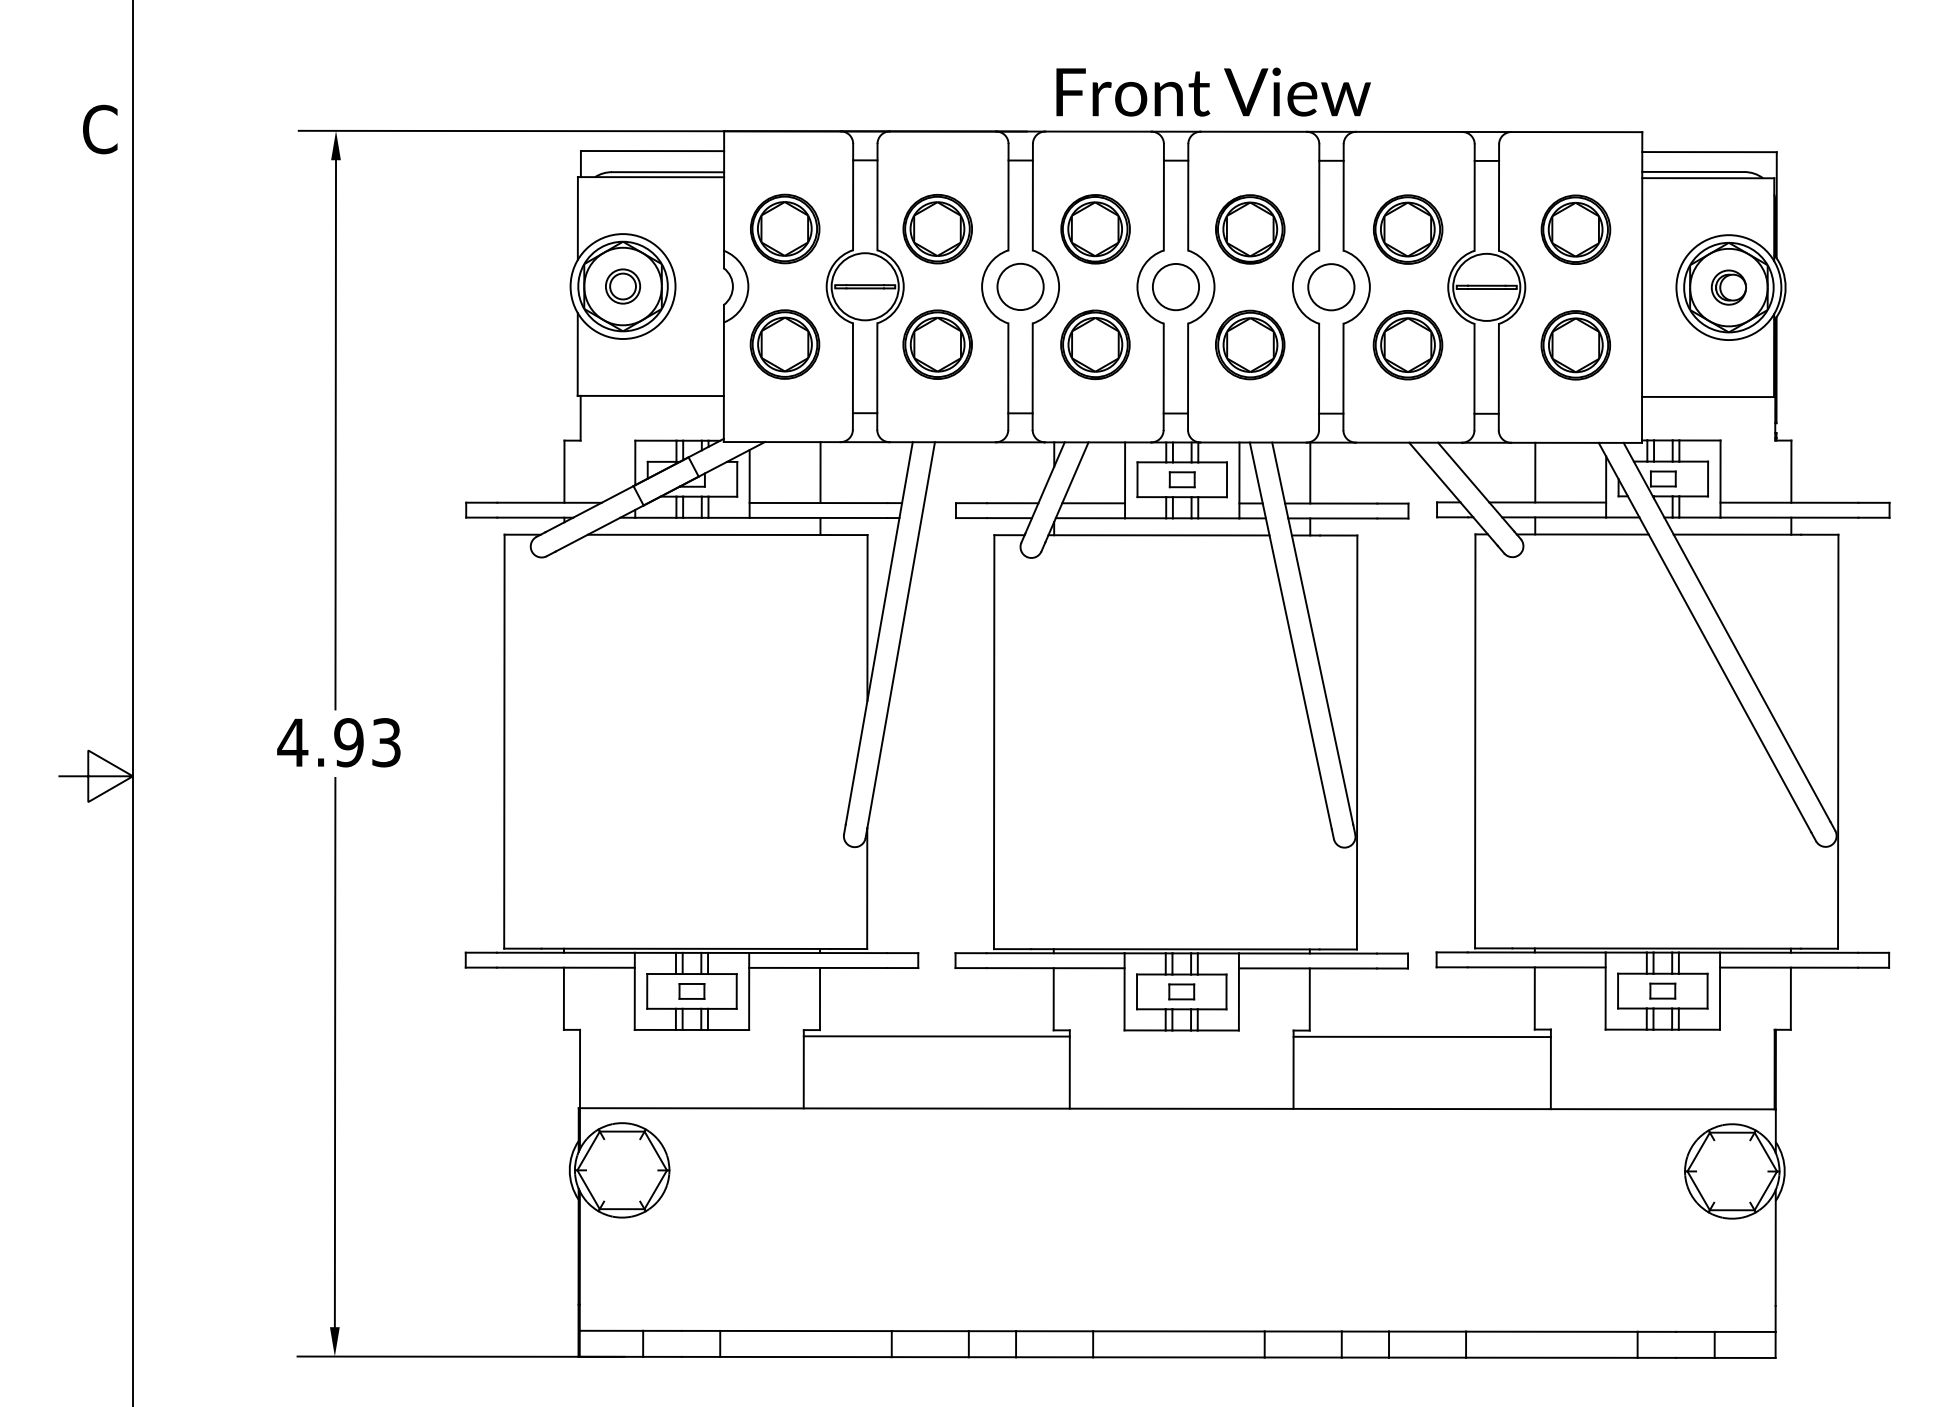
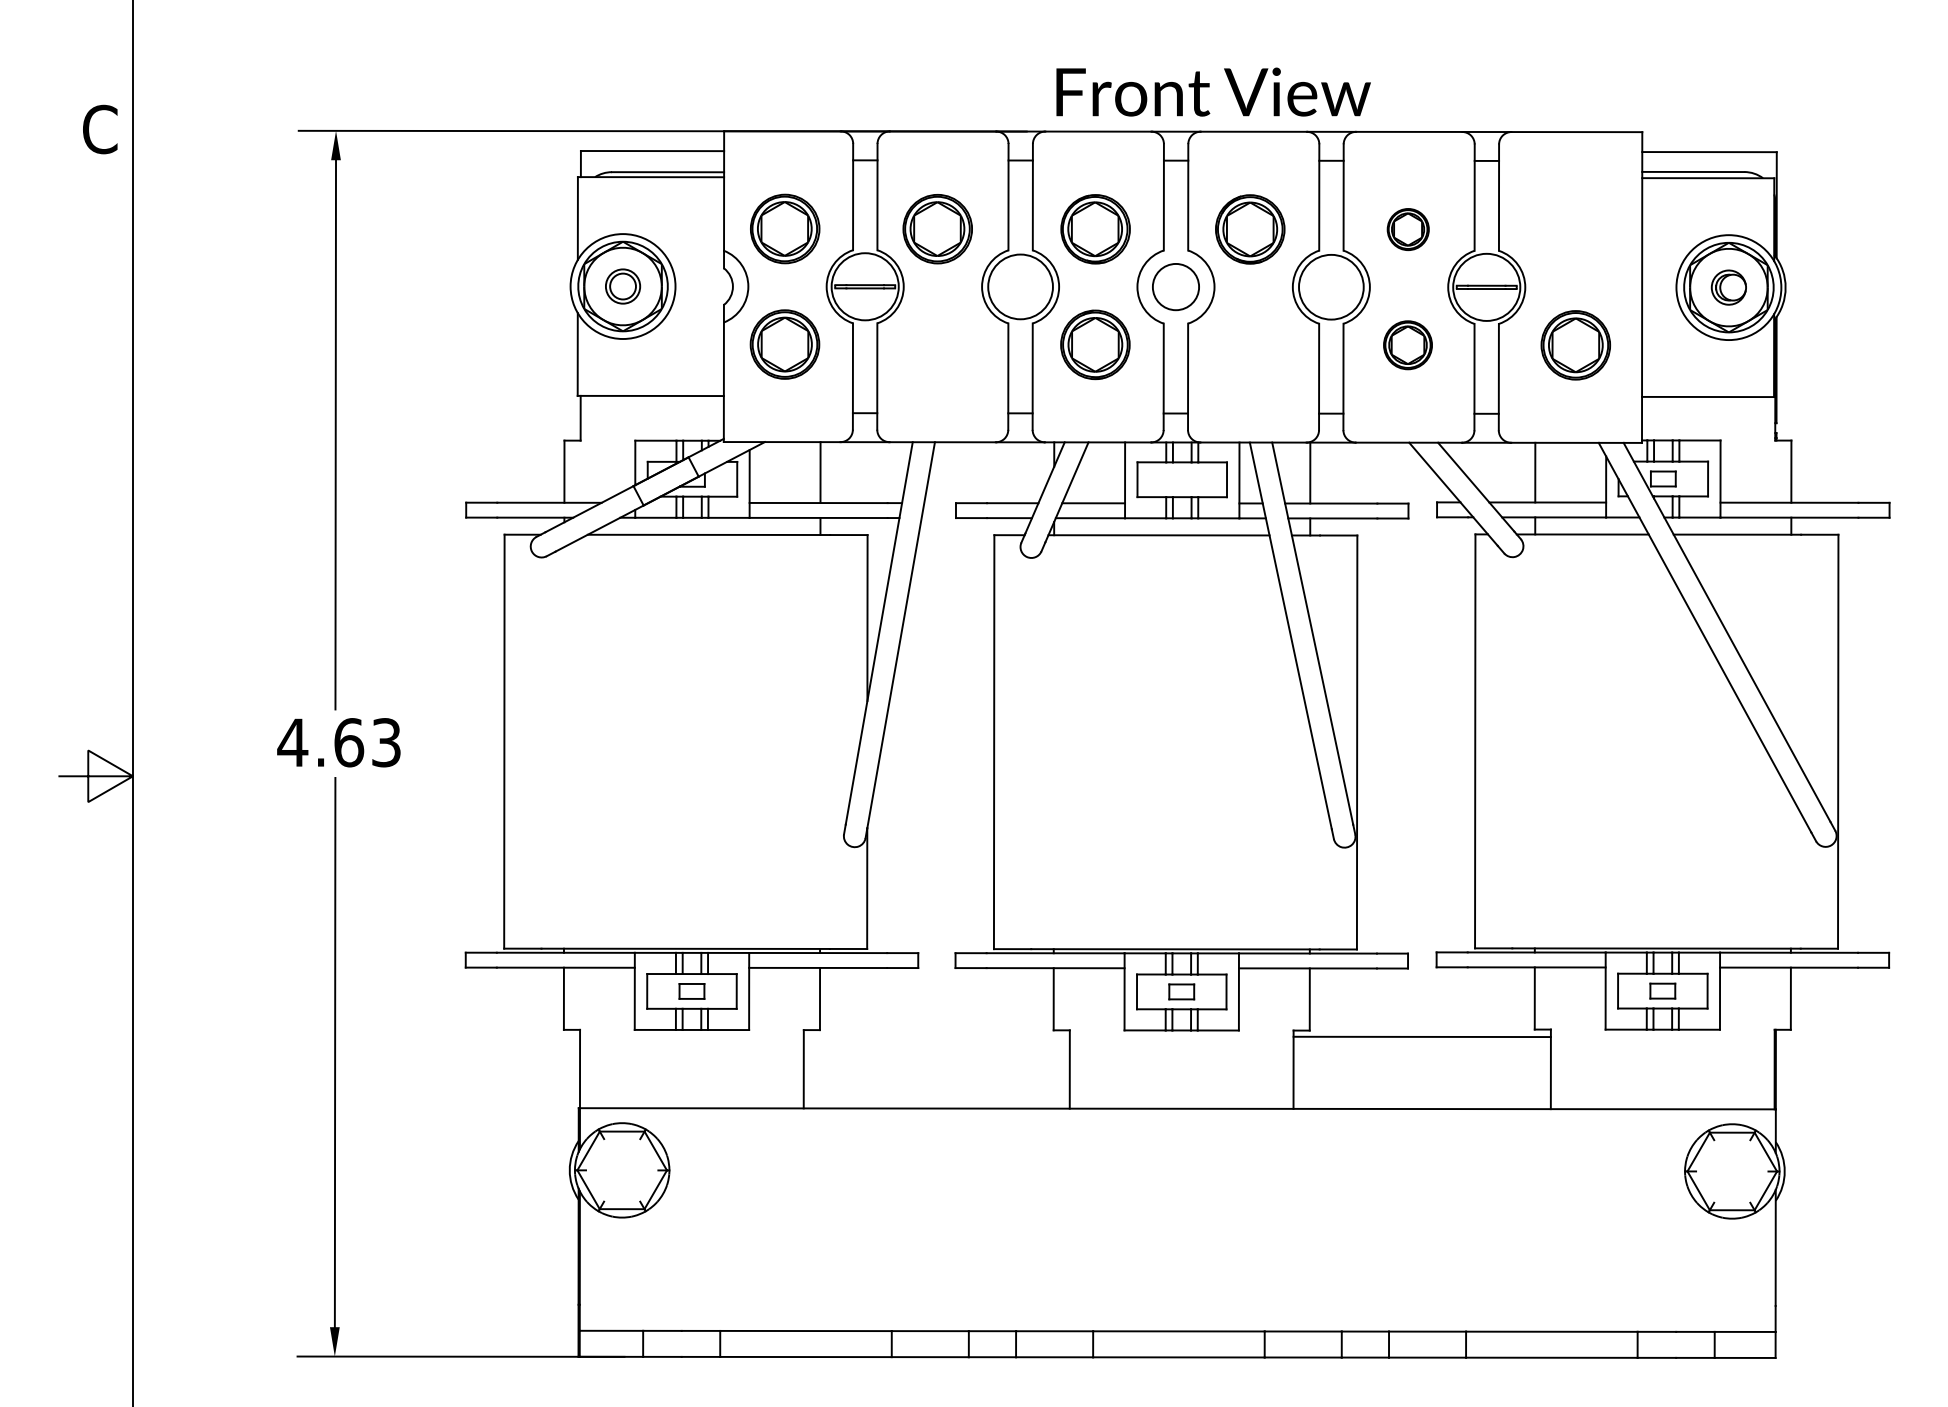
part at (1408, 229) size: 71x71 px -> 44x43 px
part at (1575, 229): present -> none
circle at (1020, 286) diameter: 46 px -> 65 px
circle at (1331, 287) diameter: 46 px -> 65 px
part at (937, 344): present -> none
part at (1250, 344): present -> none
part at (1407, 345) size: 72x71 px -> 50x51 px
part at (1181, 479): present -> none
text at (349, 742): 4.93 -> 4.63
line at (936, 1036): present -> none
